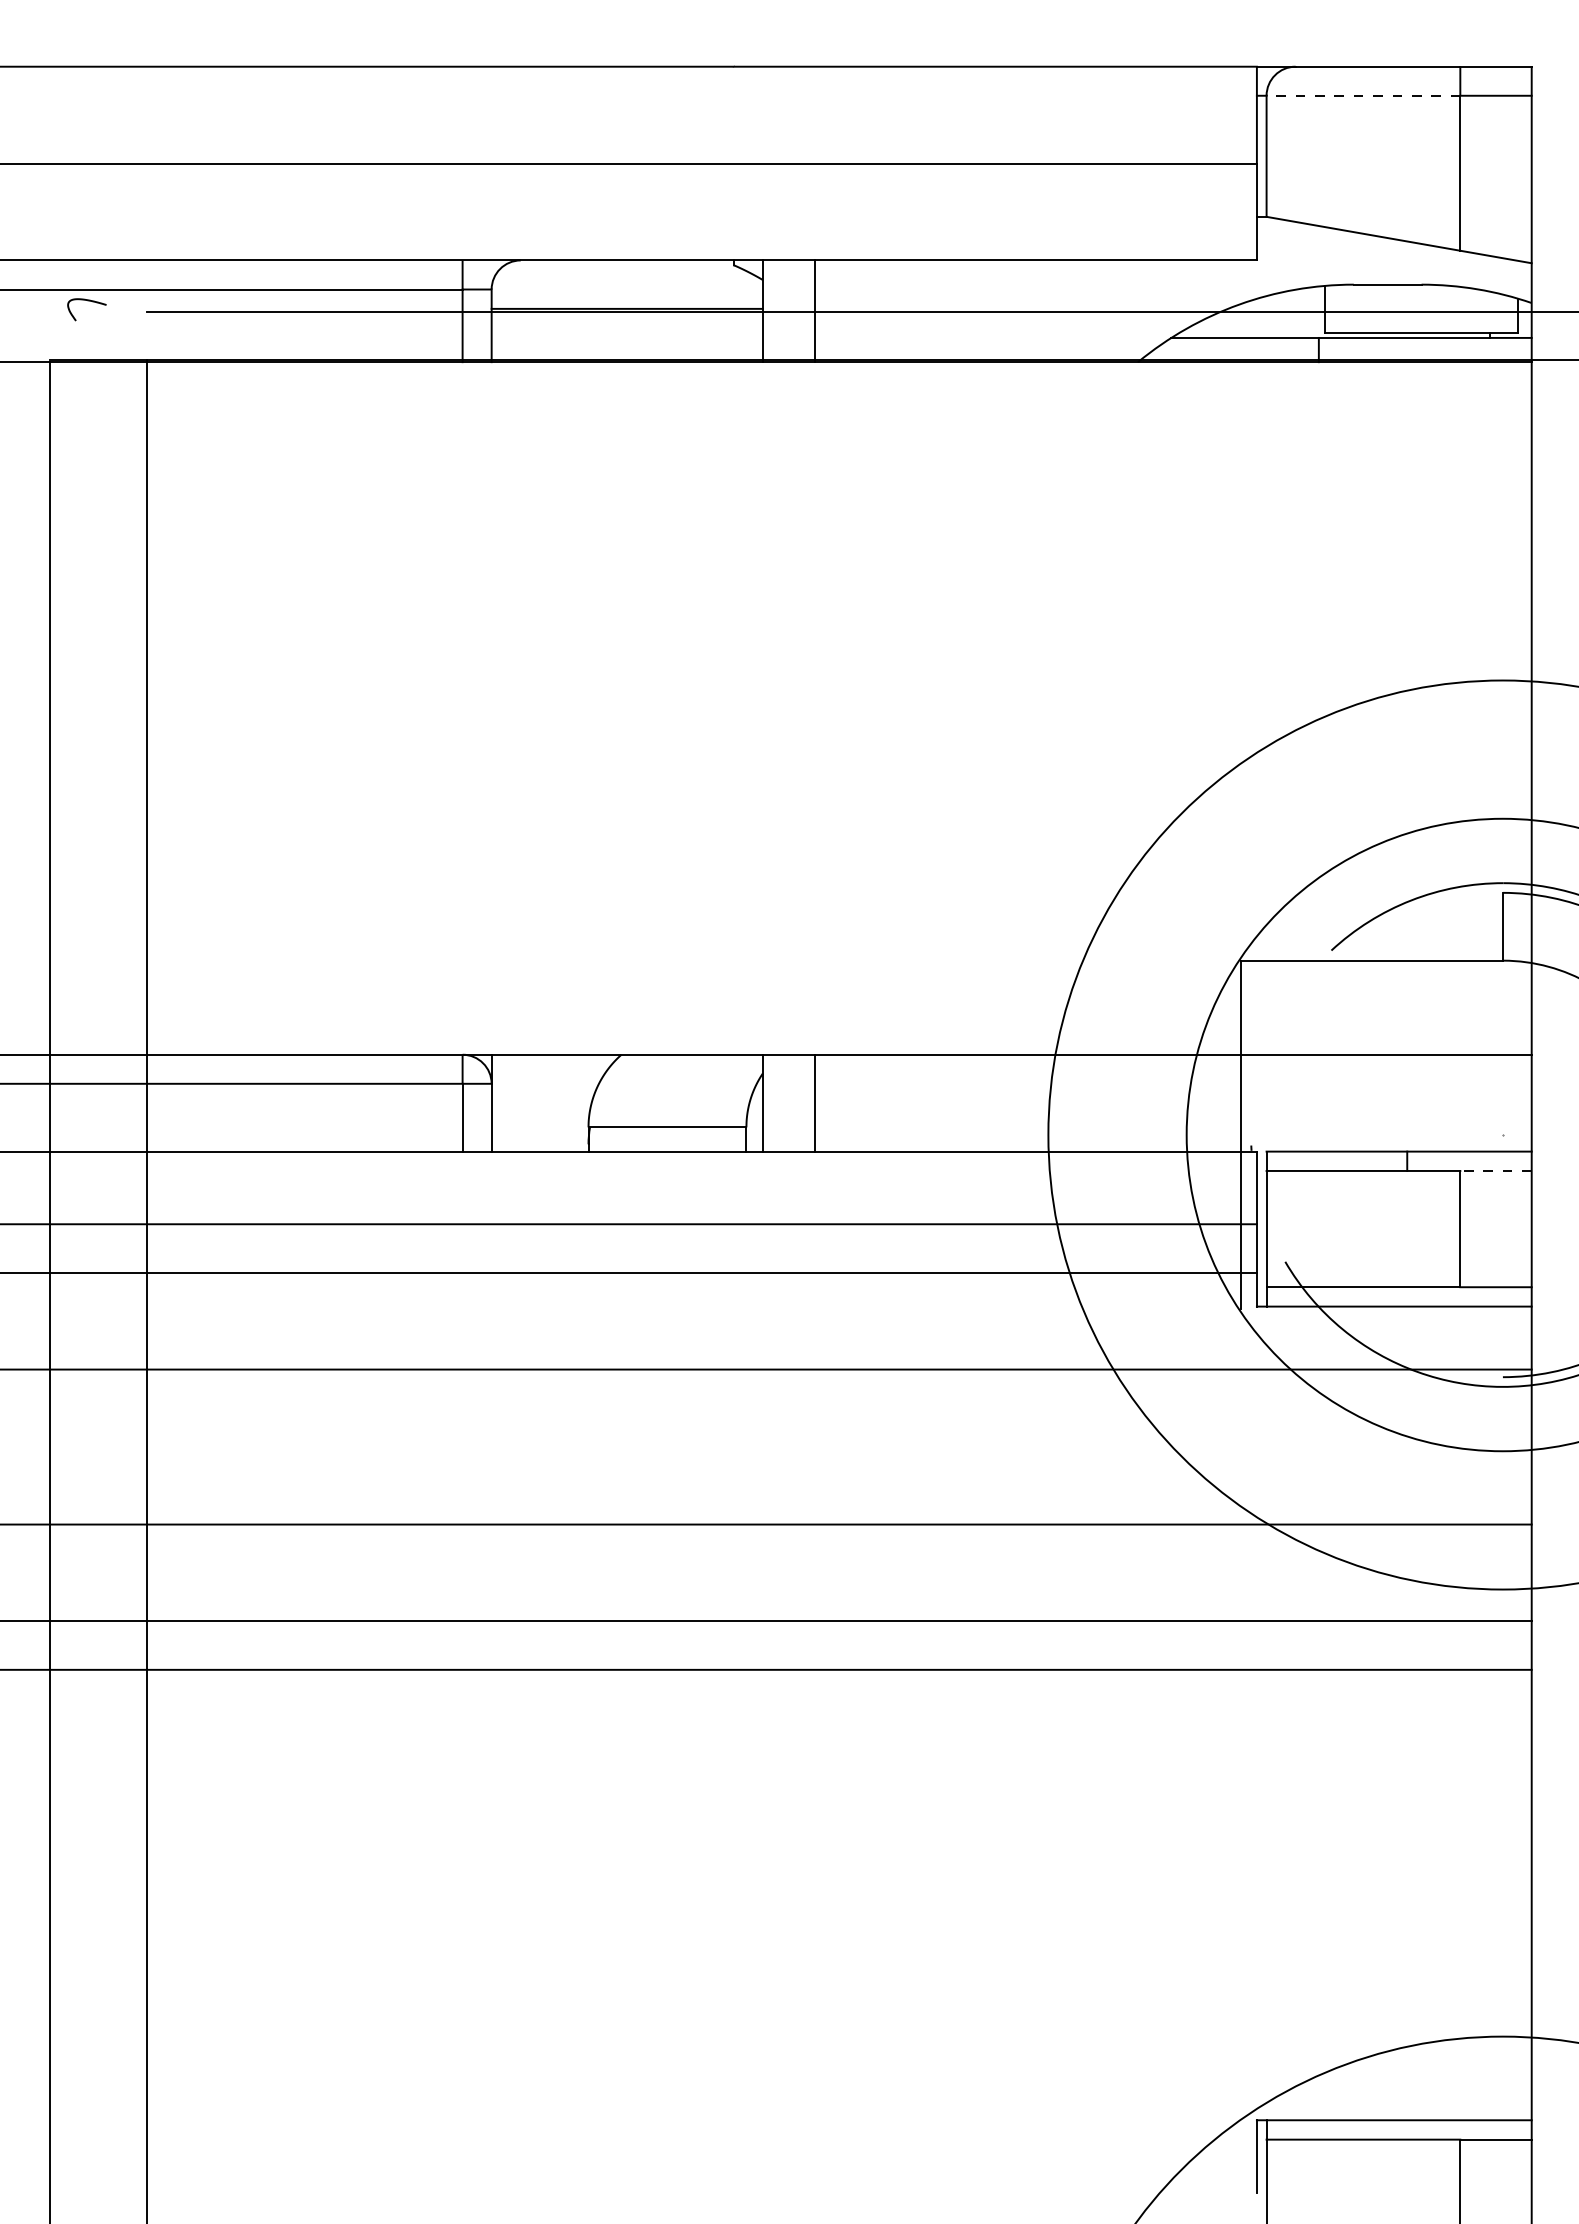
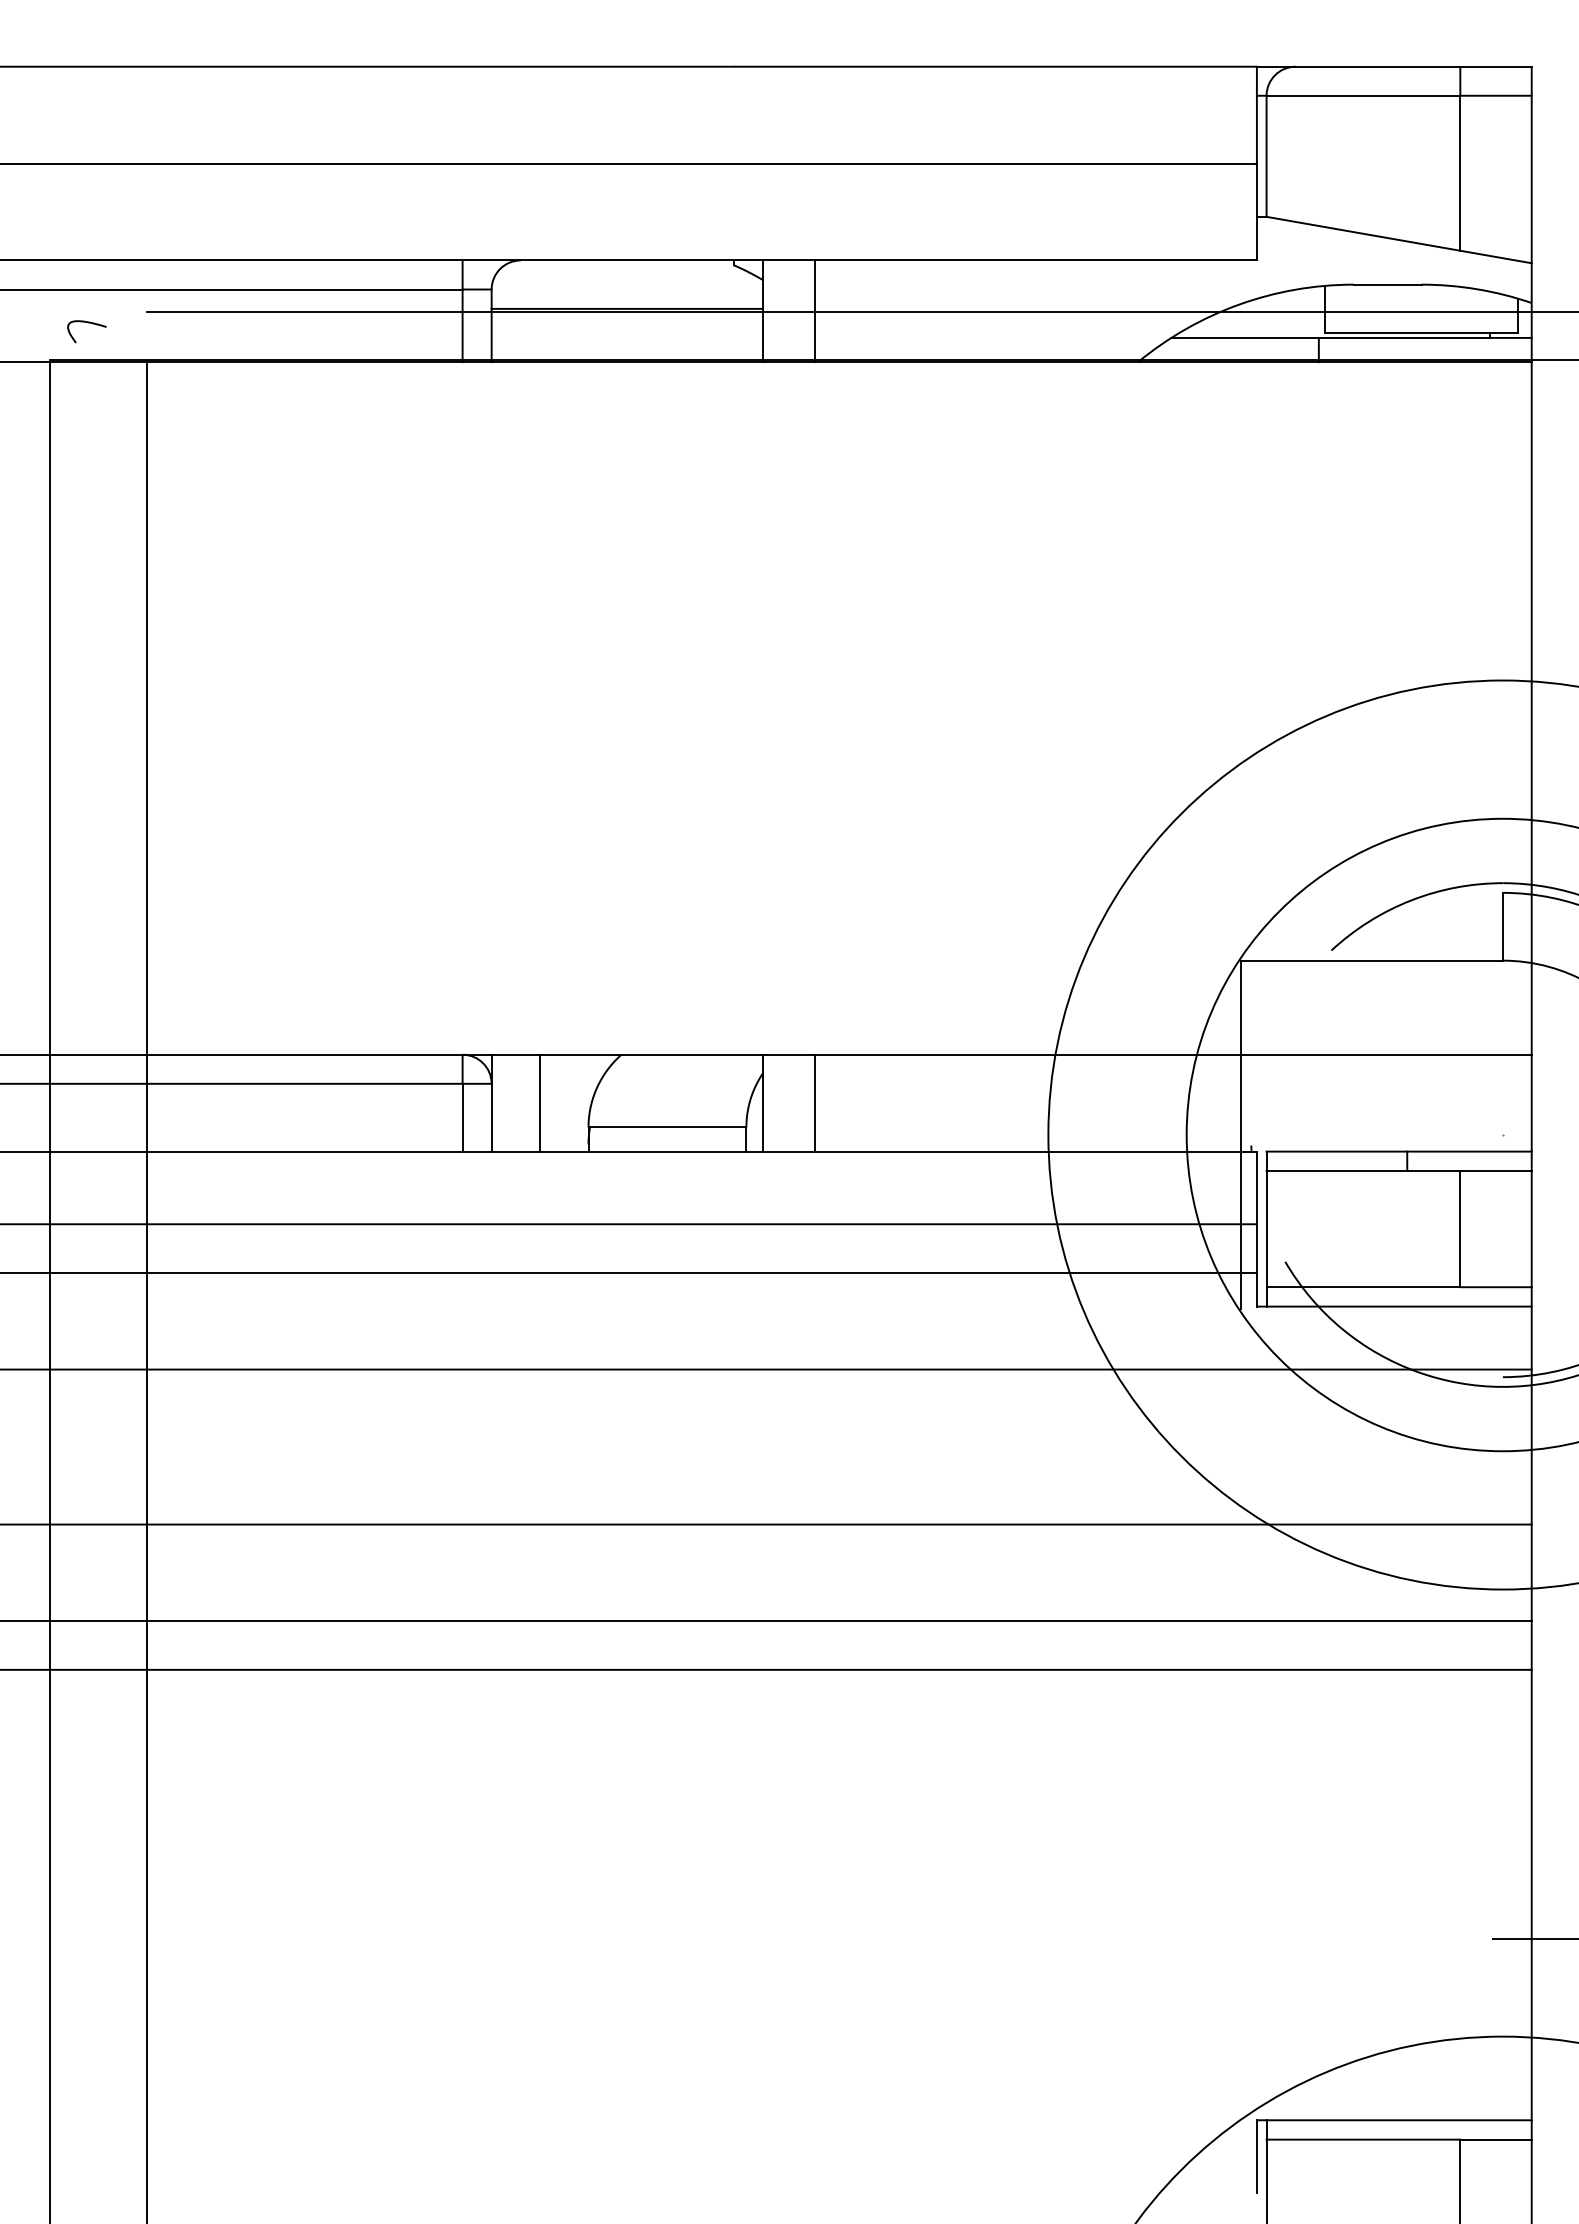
line at (1363, 95): dashed -> solid
curve at (87, 301) position: (87, 301) -> (87, 323)
line at (540, 1102): none -> present
line at (1496, 1170): dashed -> solid
line at (1534, 1939): none -> present
